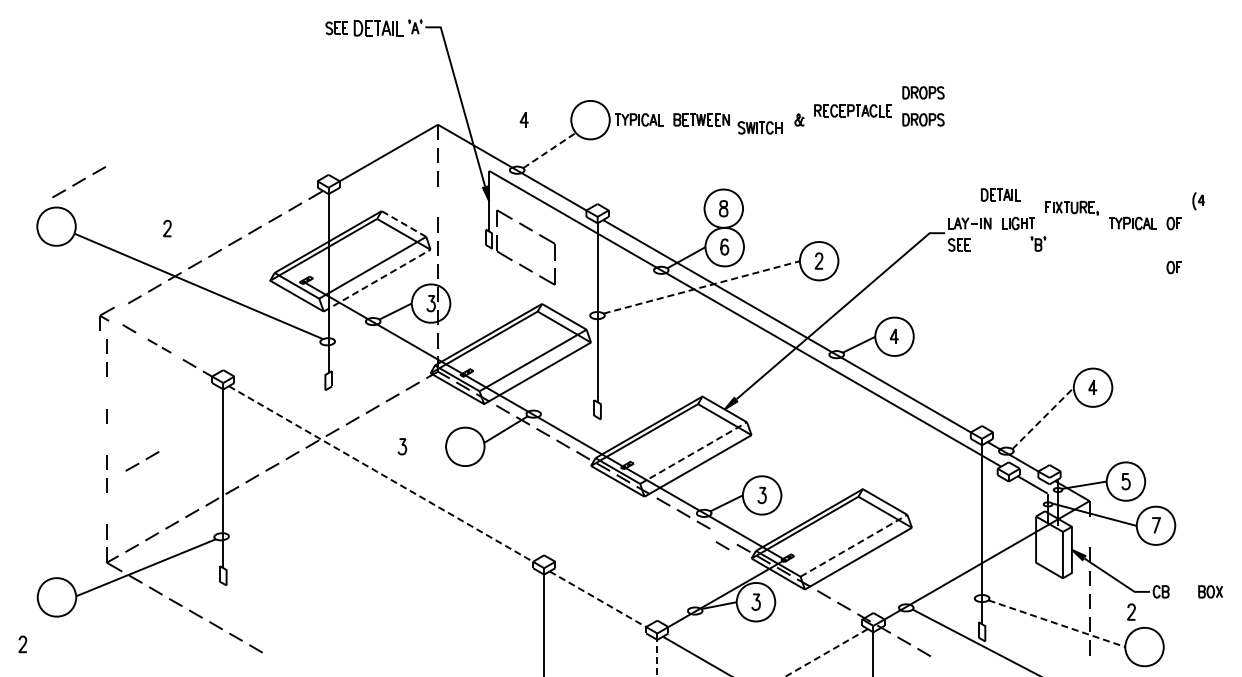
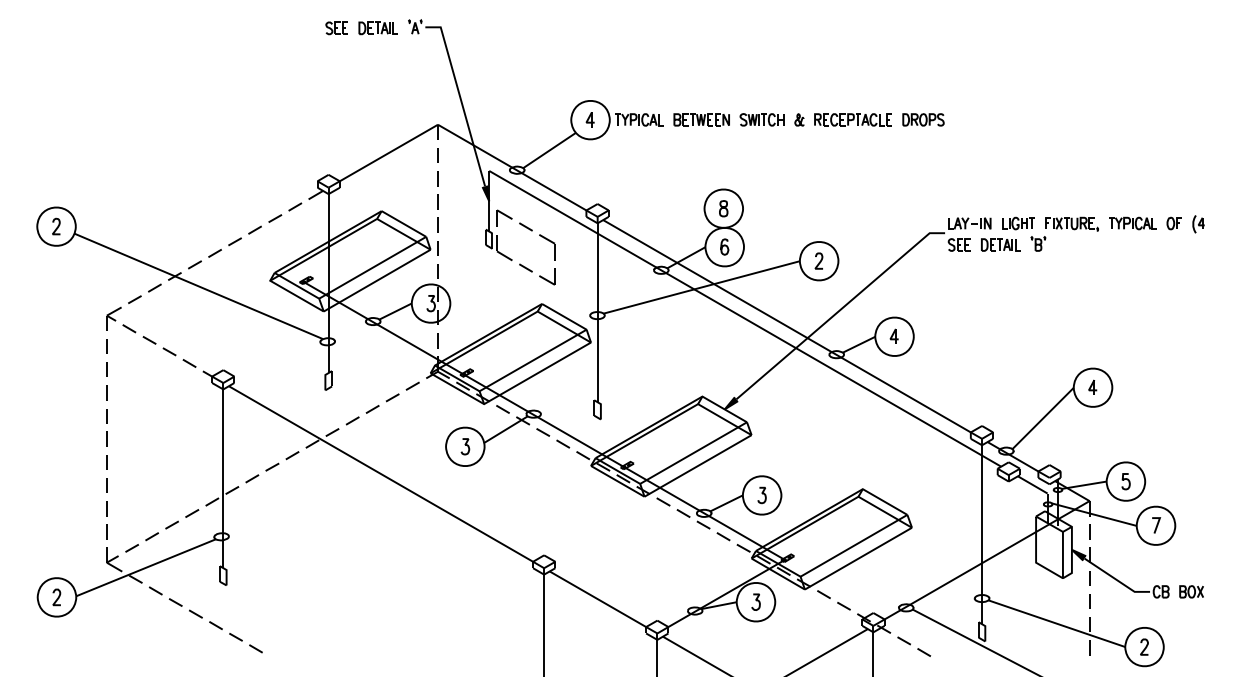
part at (378, 28) size: 51x17 px -> 40x15 px
part at (923, 92): present -> none
part at (852, 110) position: (852, 110) -> (852, 119)
part at (523, 119) position: (523, 119) -> (589, 119)
part at (759, 127) position: (759, 127) -> (761, 119)
line at (549, 150): dashed -> solid
part at (79, 182): present -> none
part at (1000, 194) position: (1000, 194) -> (1000, 244)
line at (437, 201): none -> present
part at (1198, 201) position: (1198, 201) -> (1198, 224)
part at (1071, 207) position: (1071, 207) -> (1071, 223)
line at (403, 224): dashed -> solid
curve at (168, 228) position: (168, 228) -> (57, 226)
part at (1173, 267): present -> none
line at (377, 280): dashed -> solid
line at (701, 287): dashed -> solid
part at (106, 318) position: (106, 318) -> (113, 318)
part at (159, 346) size: 25x15 px -> 35x21 px
line at (106, 392): none -> present
line at (1043, 418): dashed -> solid
line at (106, 438): none -> present
curve at (402, 445) position: (402, 445) -> (465, 445)
line at (693, 453): dashed -> solid
part at (142, 461): present -> none
line at (381, 474): dashed -> solid
line at (106, 508): none -> present
line at (1089, 531): none -> present
line at (722, 545) position: (722, 545) -> (723, 536)
line at (853, 545): dashed -> solid
part at (1210, 591) position: (1210, 591) -> (1191, 591)
line at (597, 599): dashed -> solid
curve at (1132, 611) position: (1132, 611) -> (1145, 646)
line at (1057, 623): dashed -> solid
curve at (23, 644) position: (23, 644) -> (57, 597)
line at (826, 653): dashed -> solid
line at (657, 657): dashed -> solid
